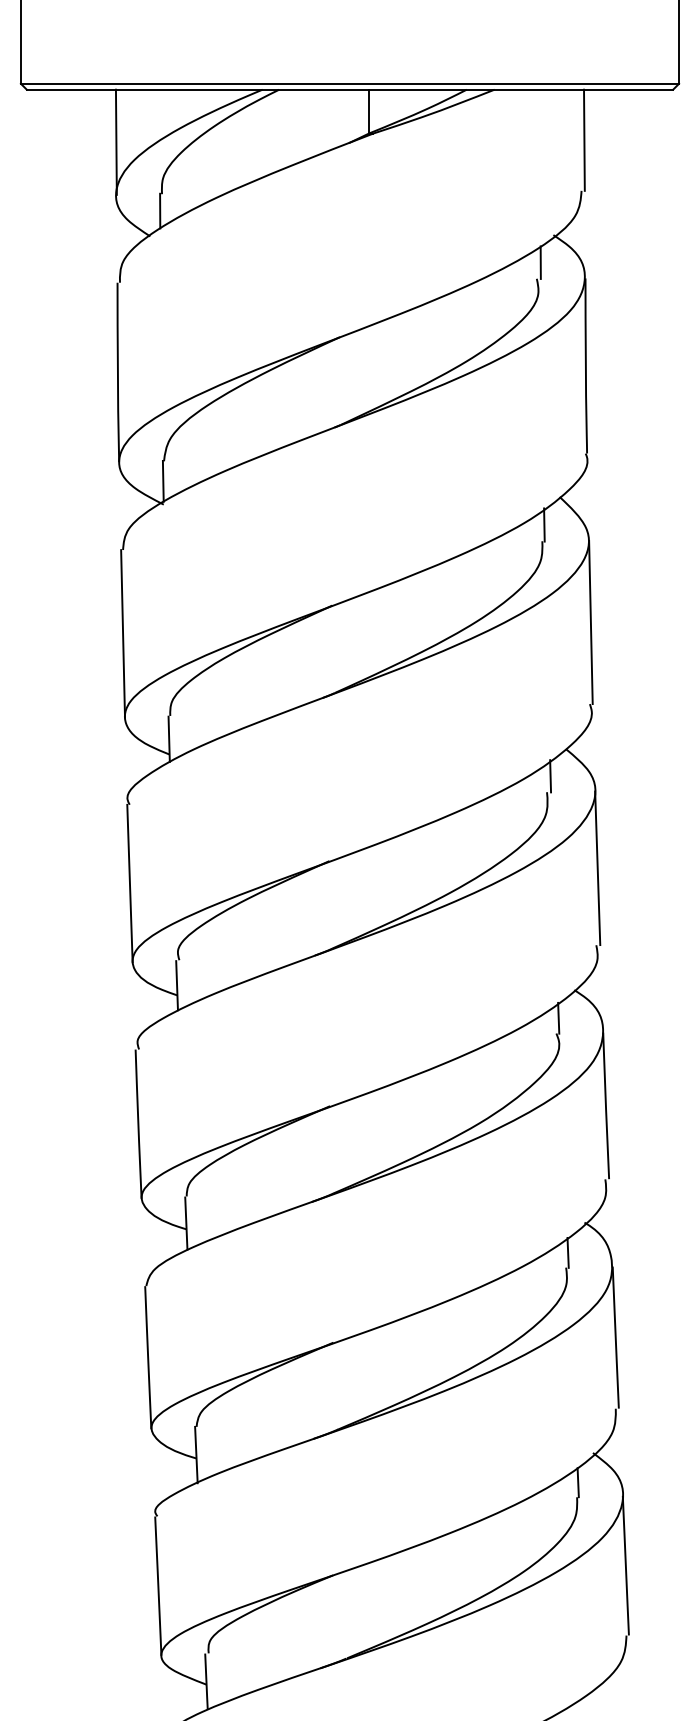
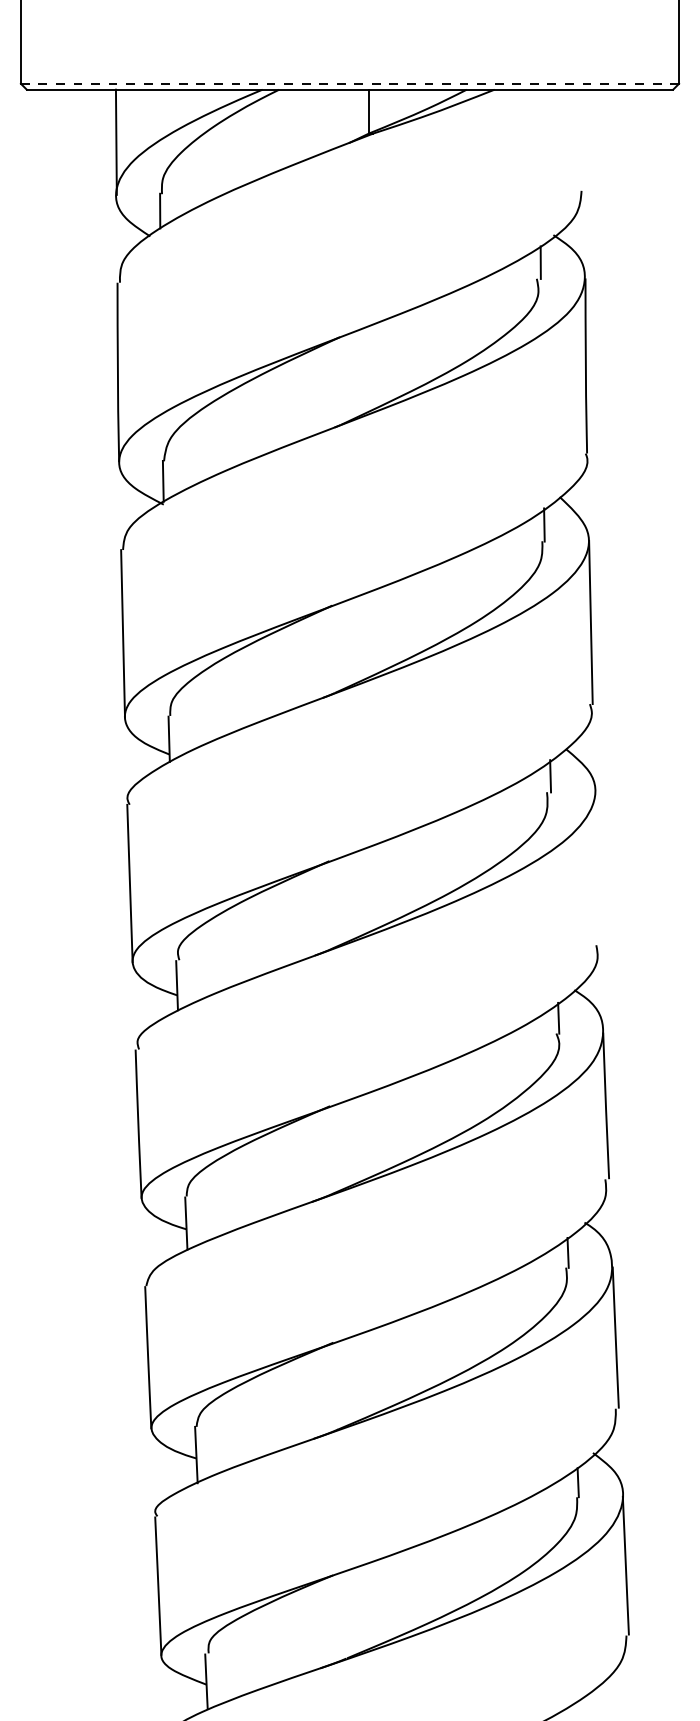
line at (350, 83): solid -> dashed
line at (584, 139): present -> none
line at (597, 868): present -> none
